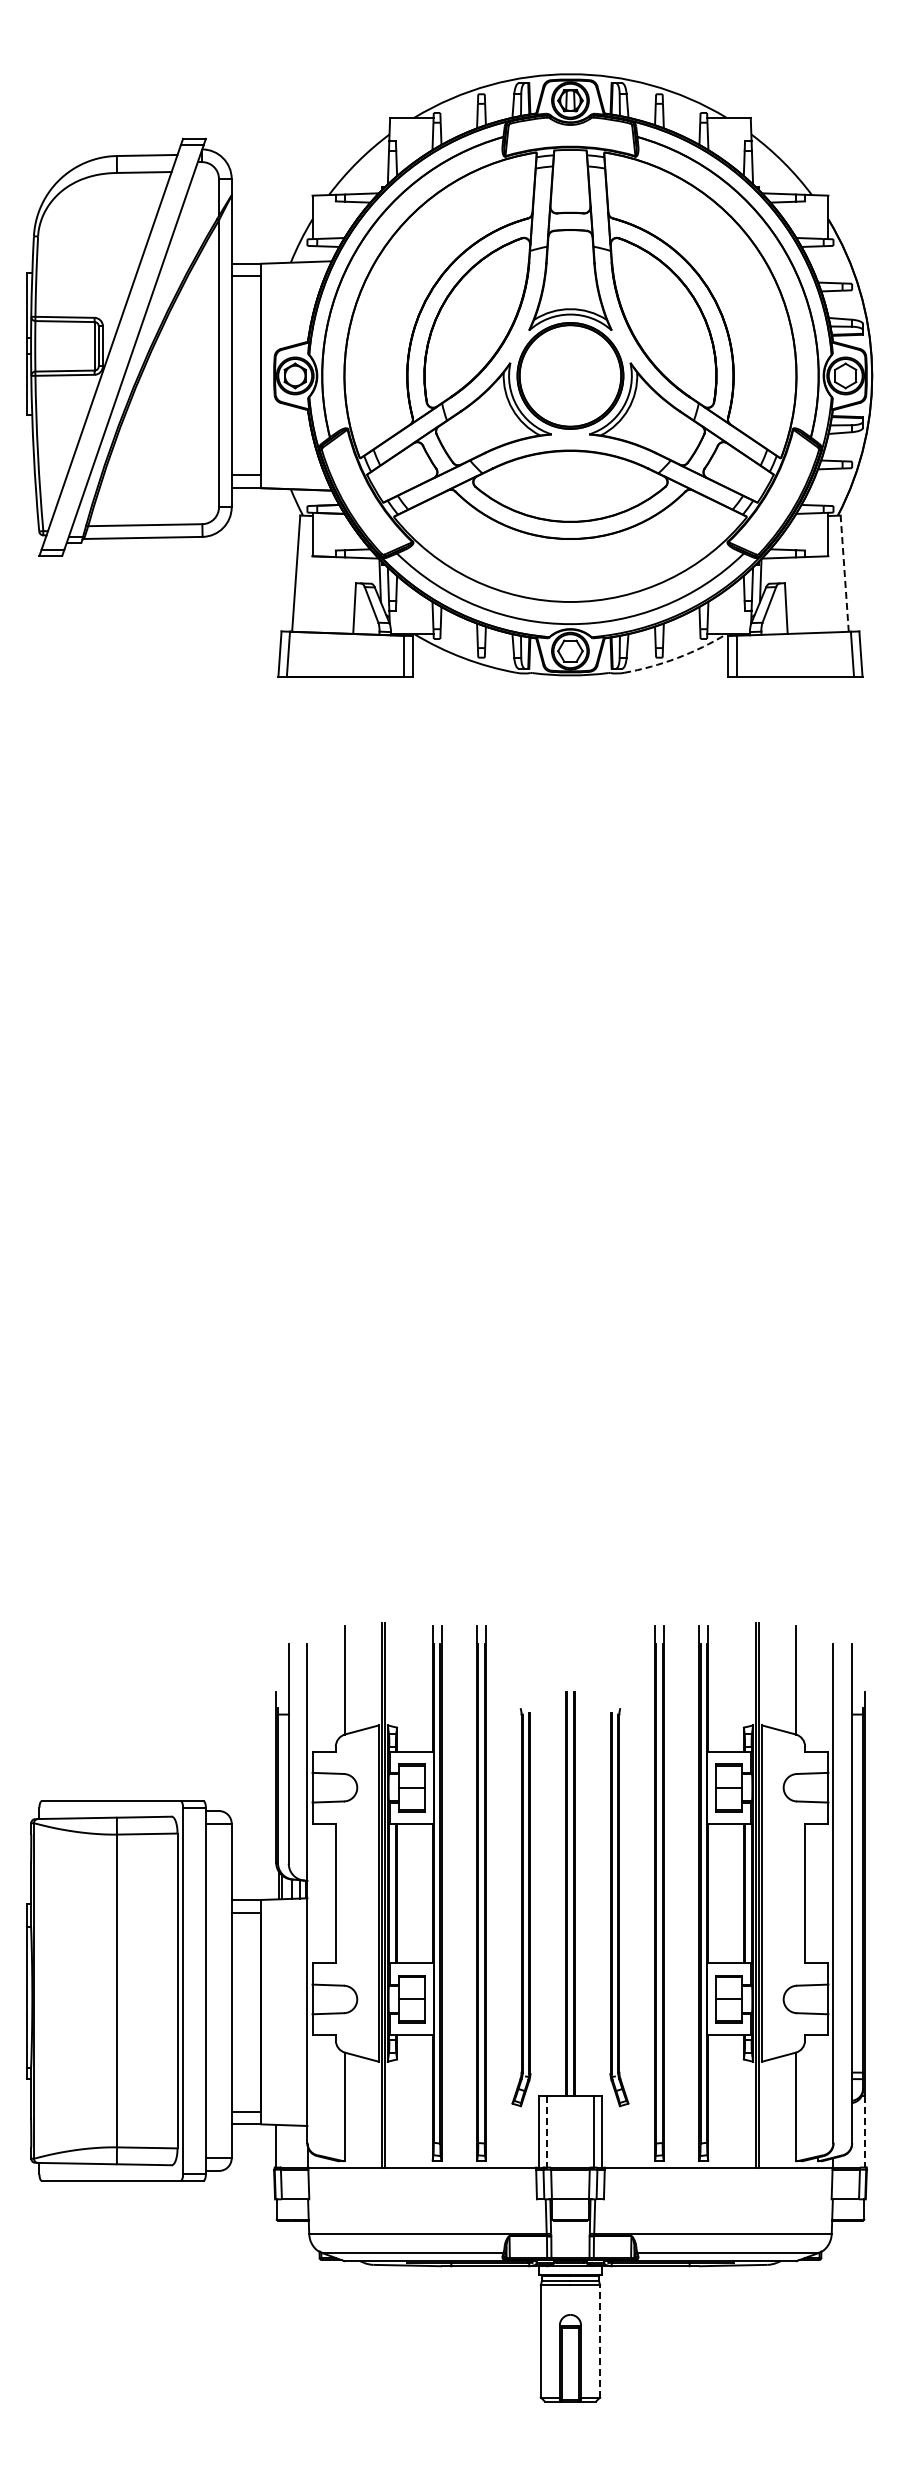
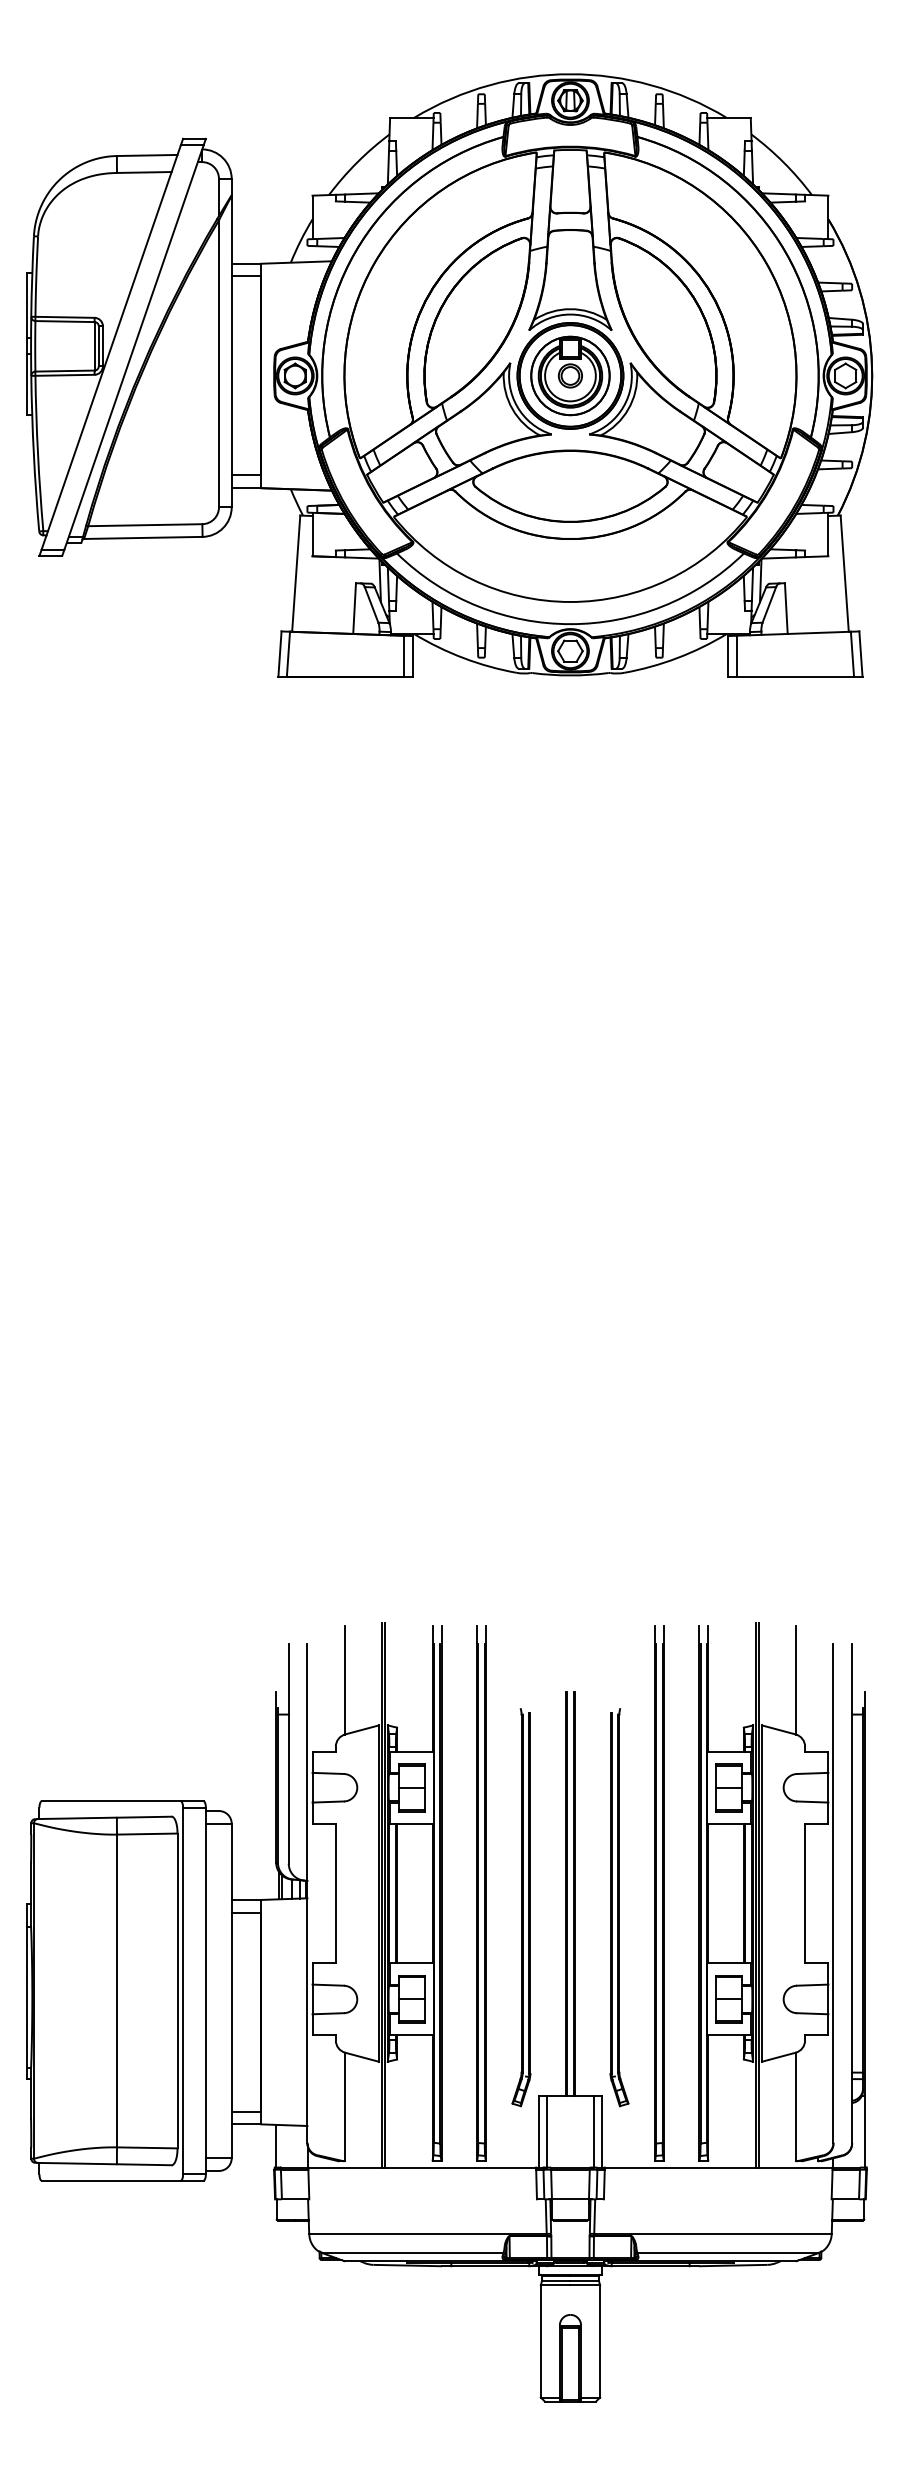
part at (570, 375): none -> present
line at (844, 573): dashed -> solid
arc at (677, 658): dashed -> solid
line at (547, 2131): dashed -> solid
line at (864, 2131): dashed -> solid
line at (600, 2340): dashed -> solid
